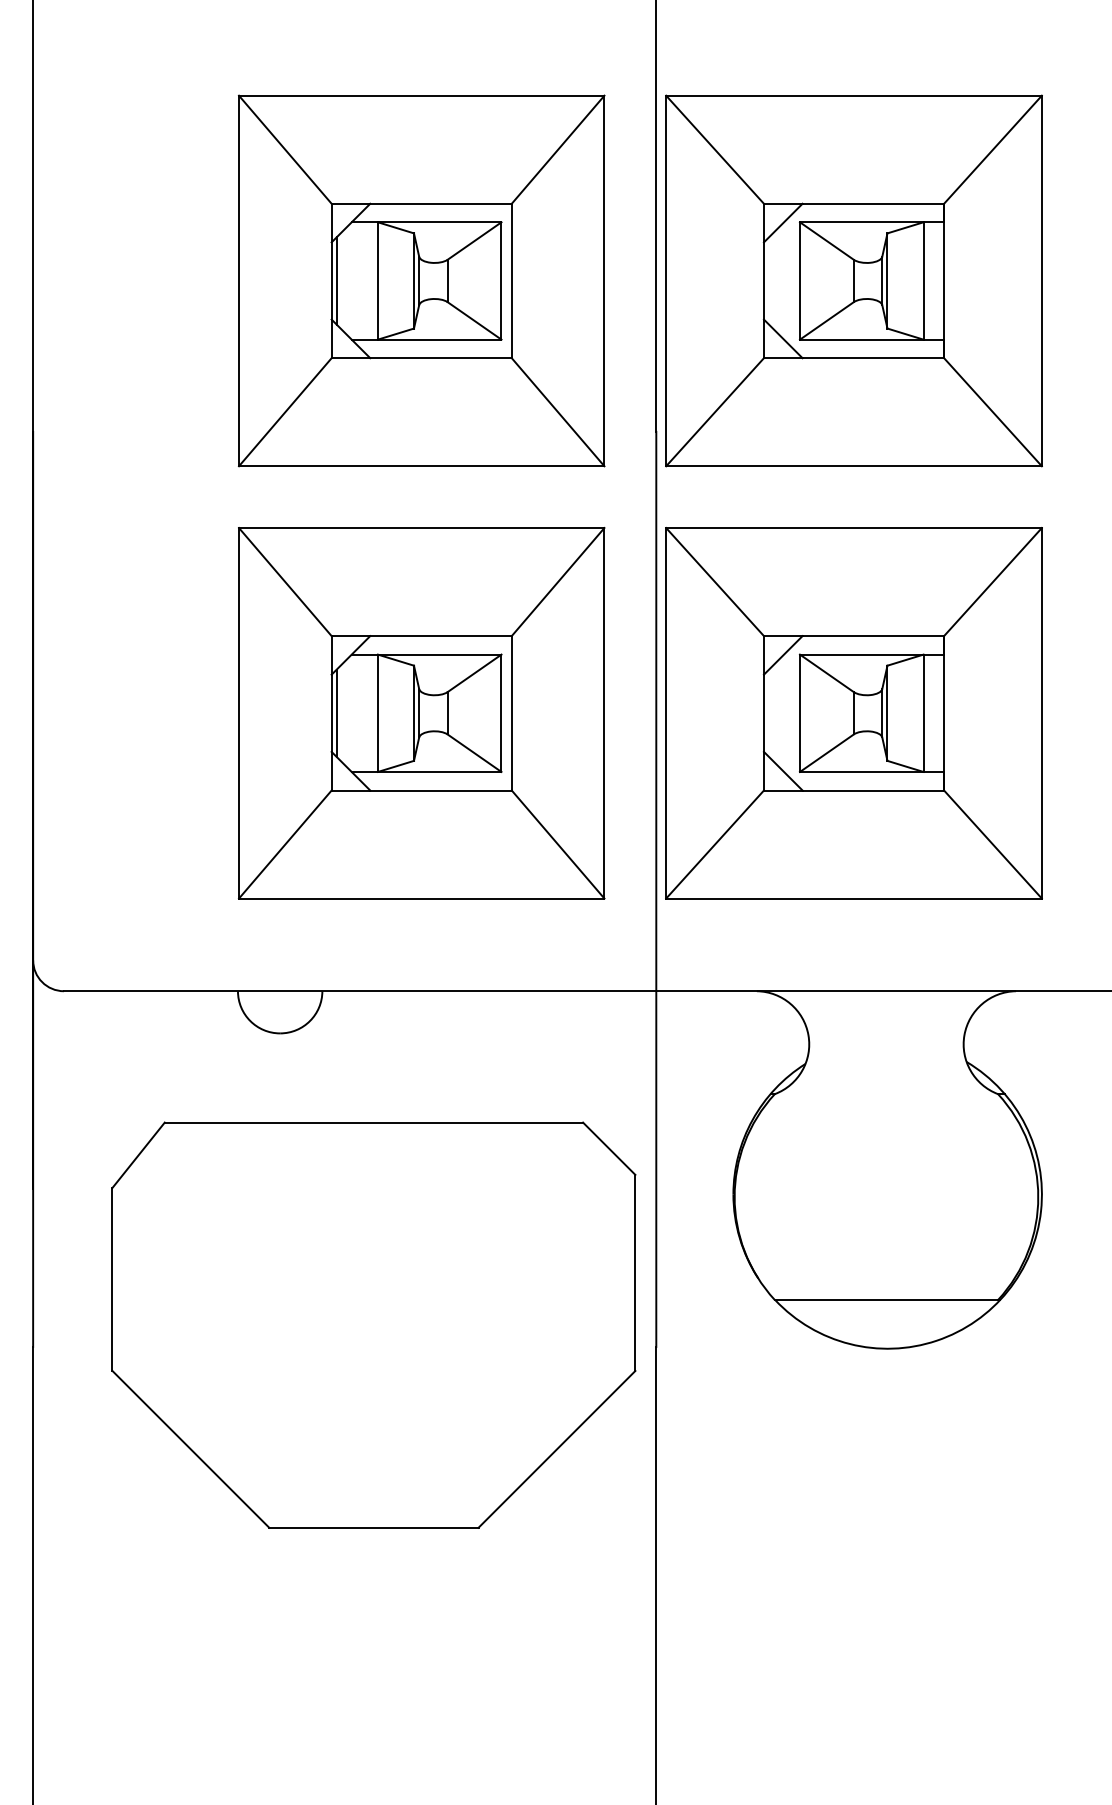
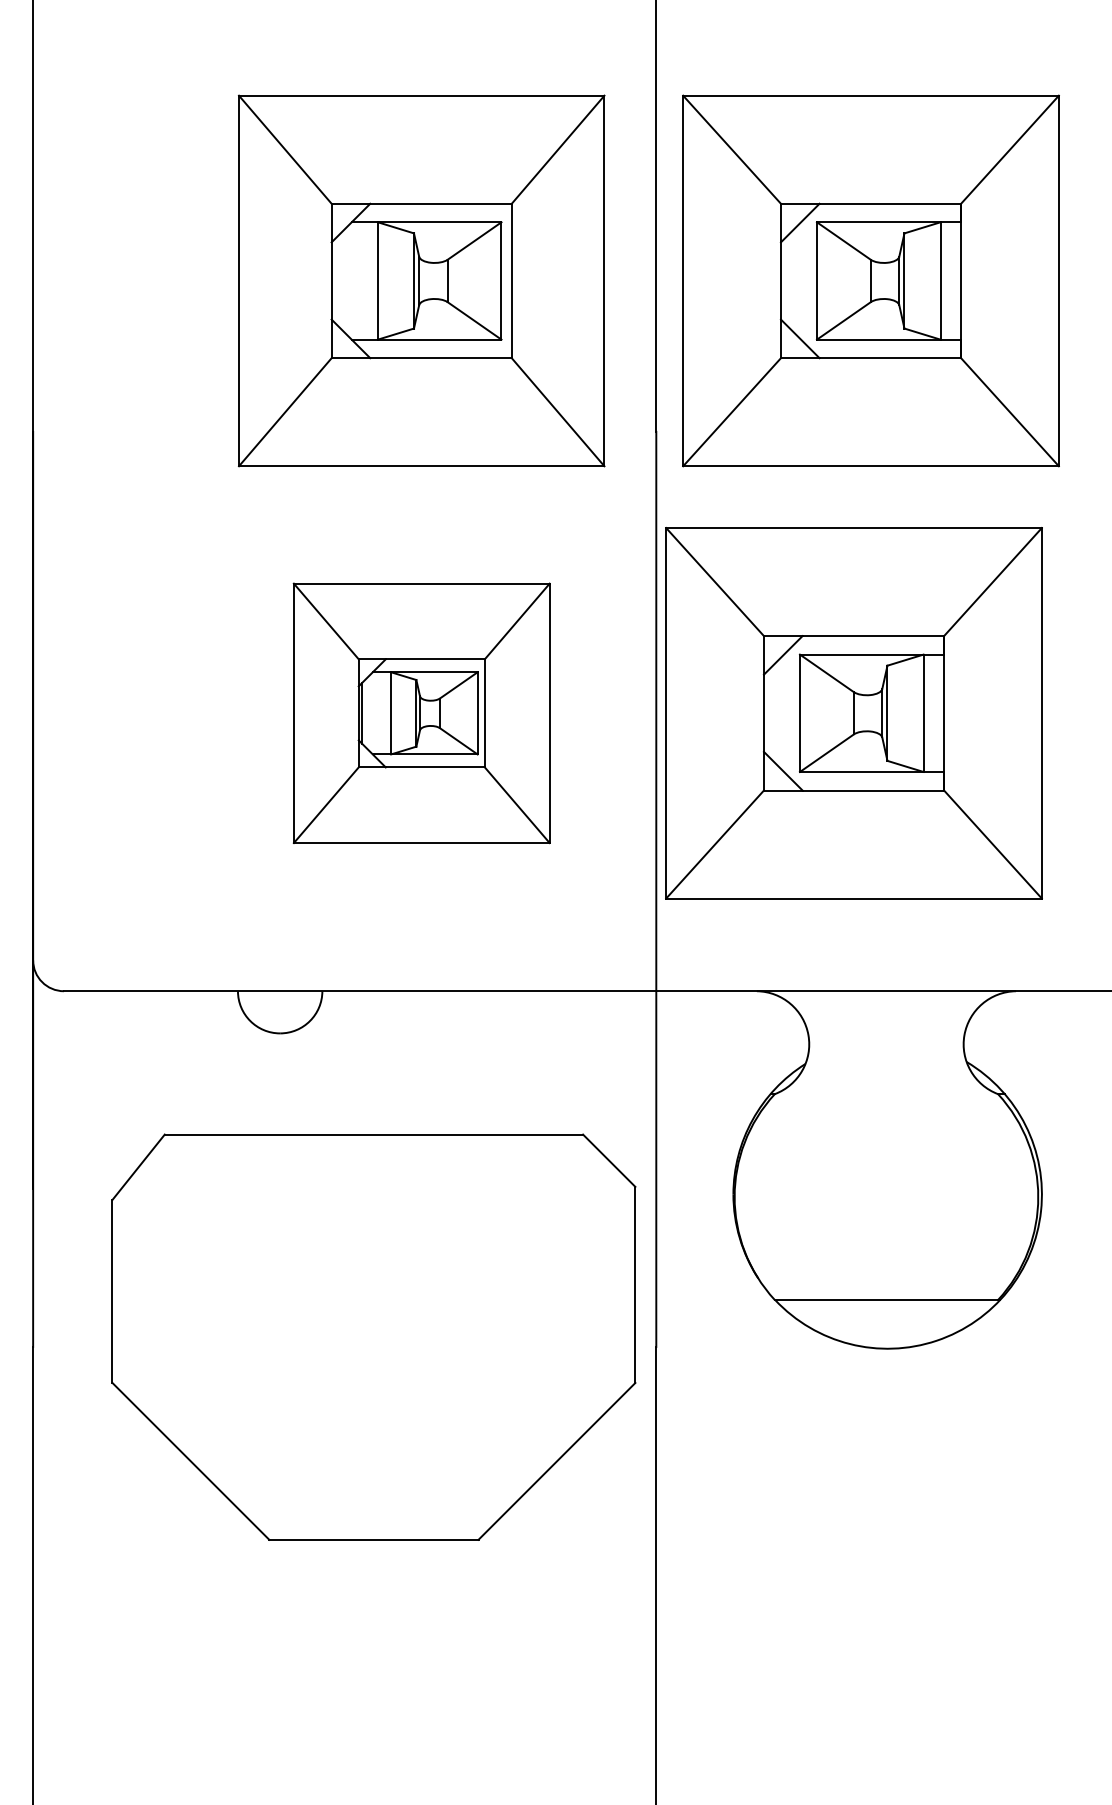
line at (336, 280): present -> none
part at (853, 280) position: (853, 280) -> (870, 280)
part at (421, 713) size: 368x373 px -> 259x263 px
part at (373, 1324) position: (373, 1324) -> (373, 1336)
